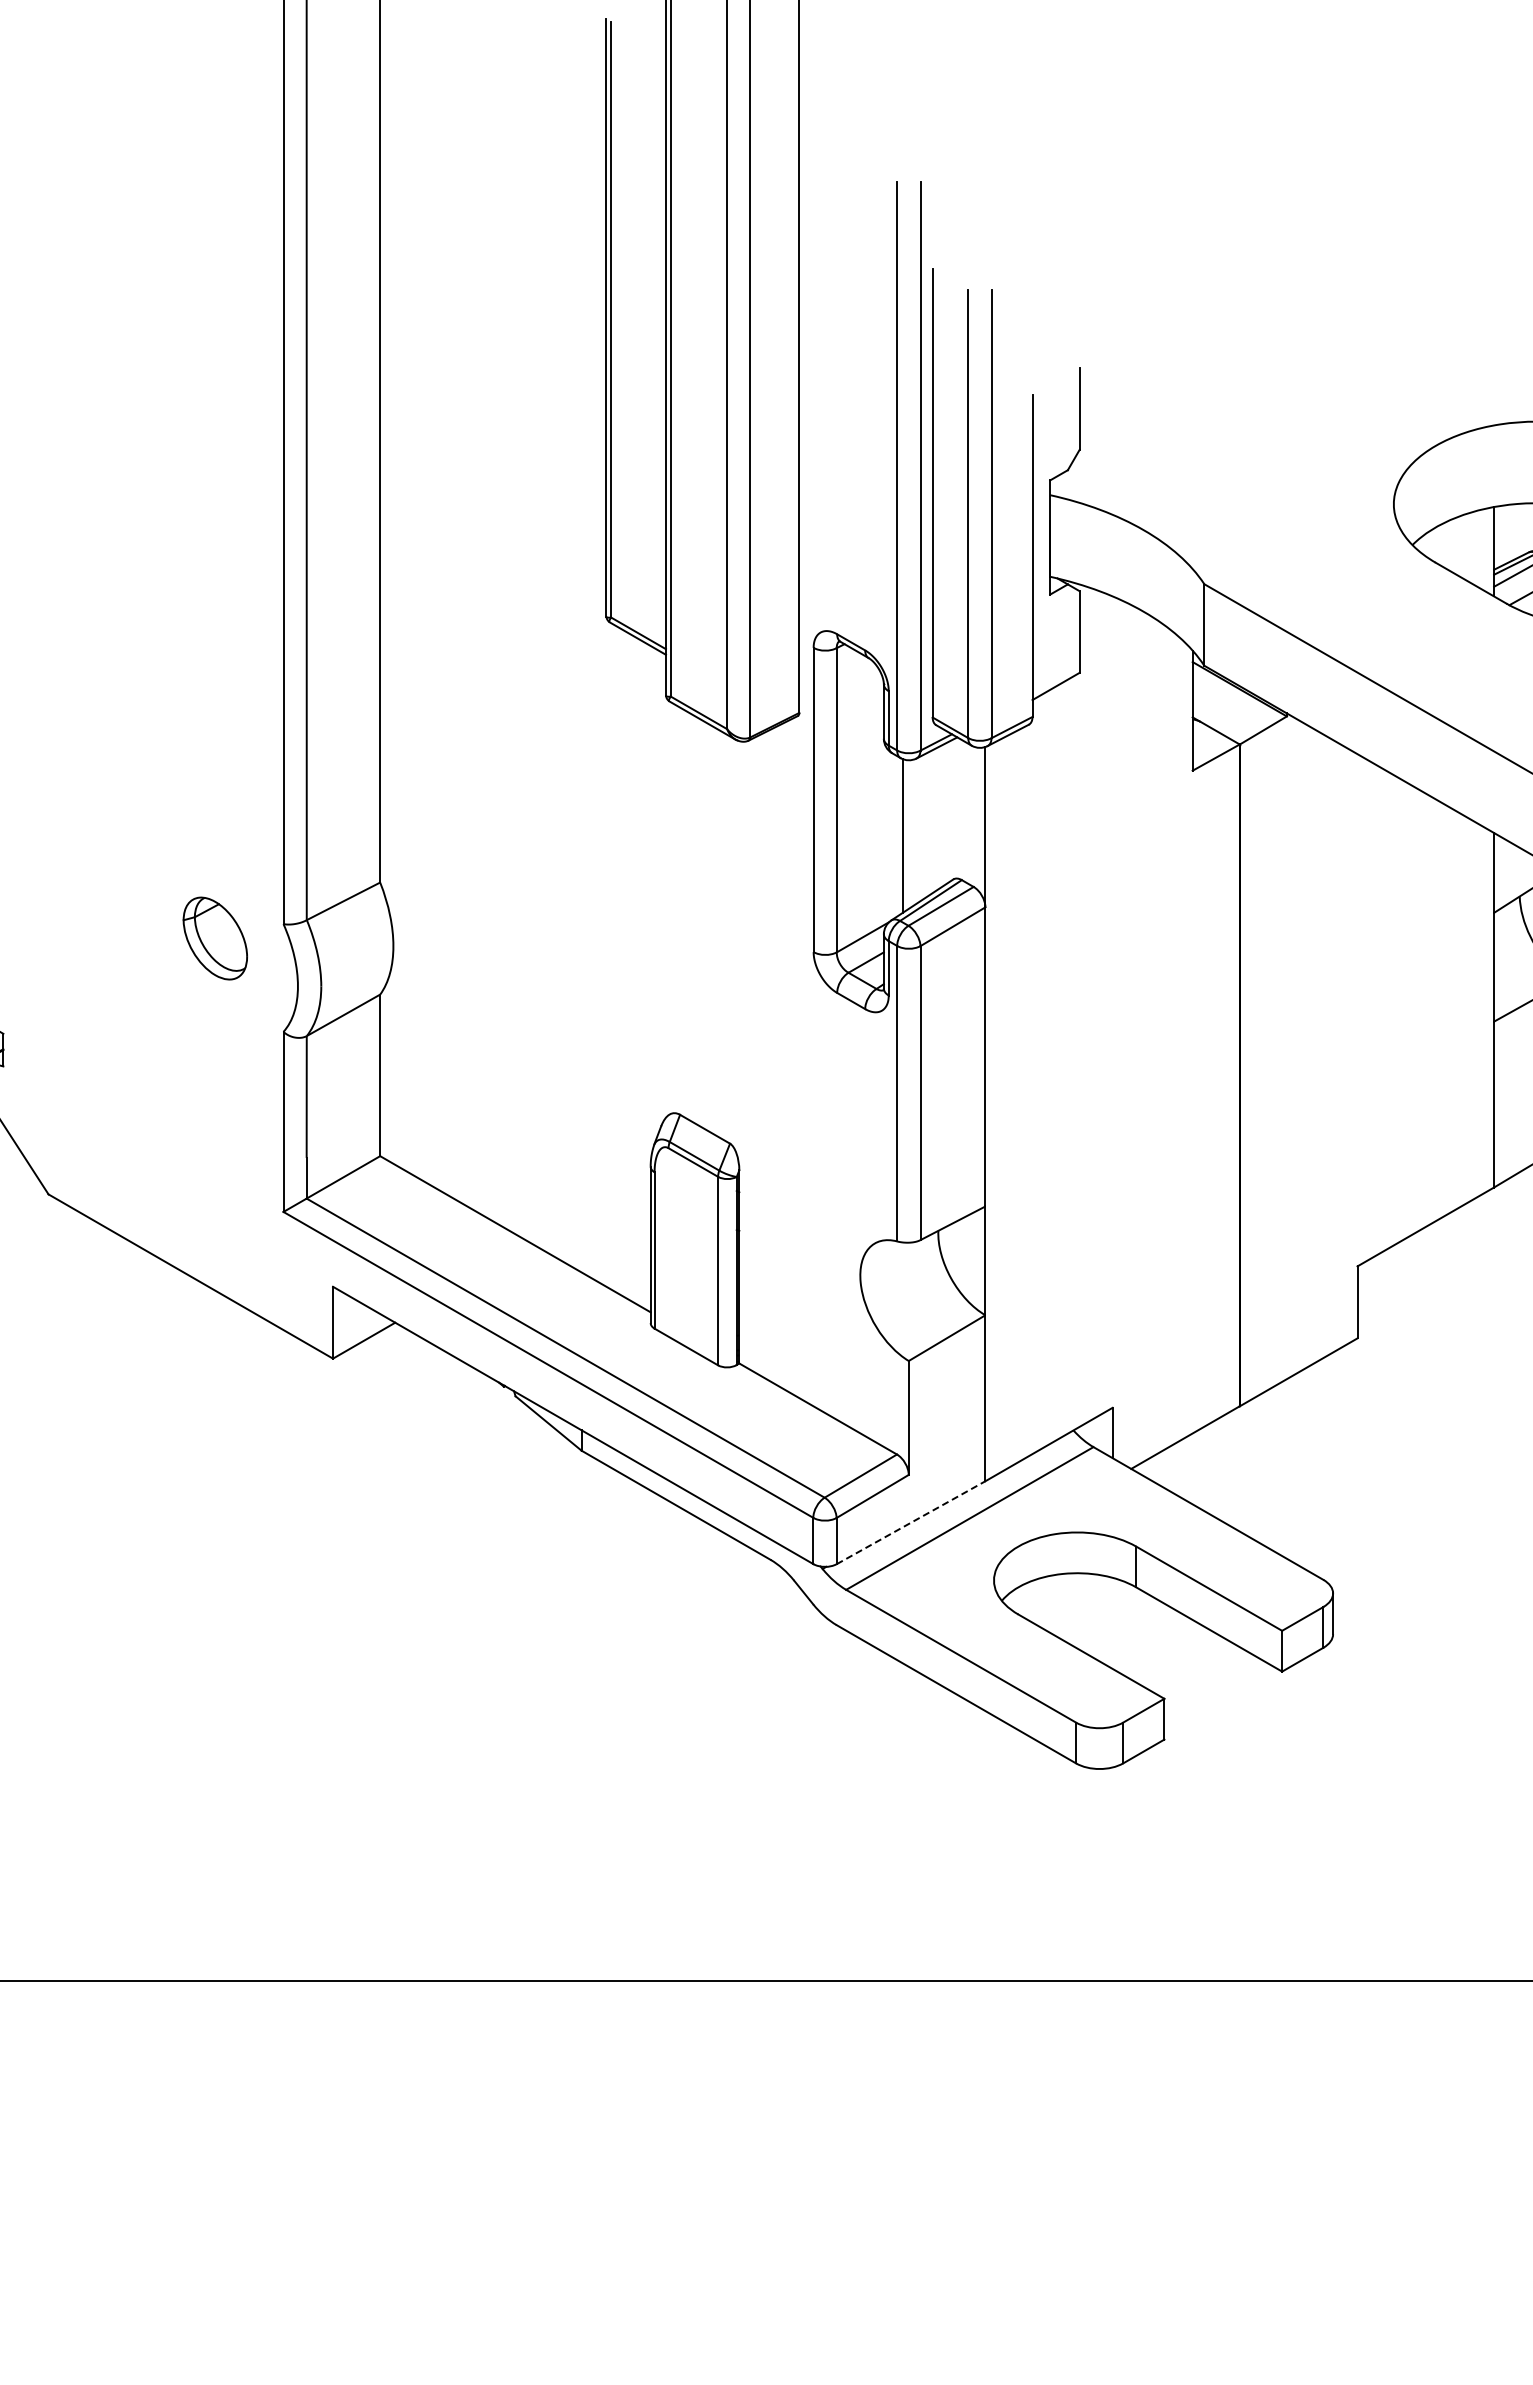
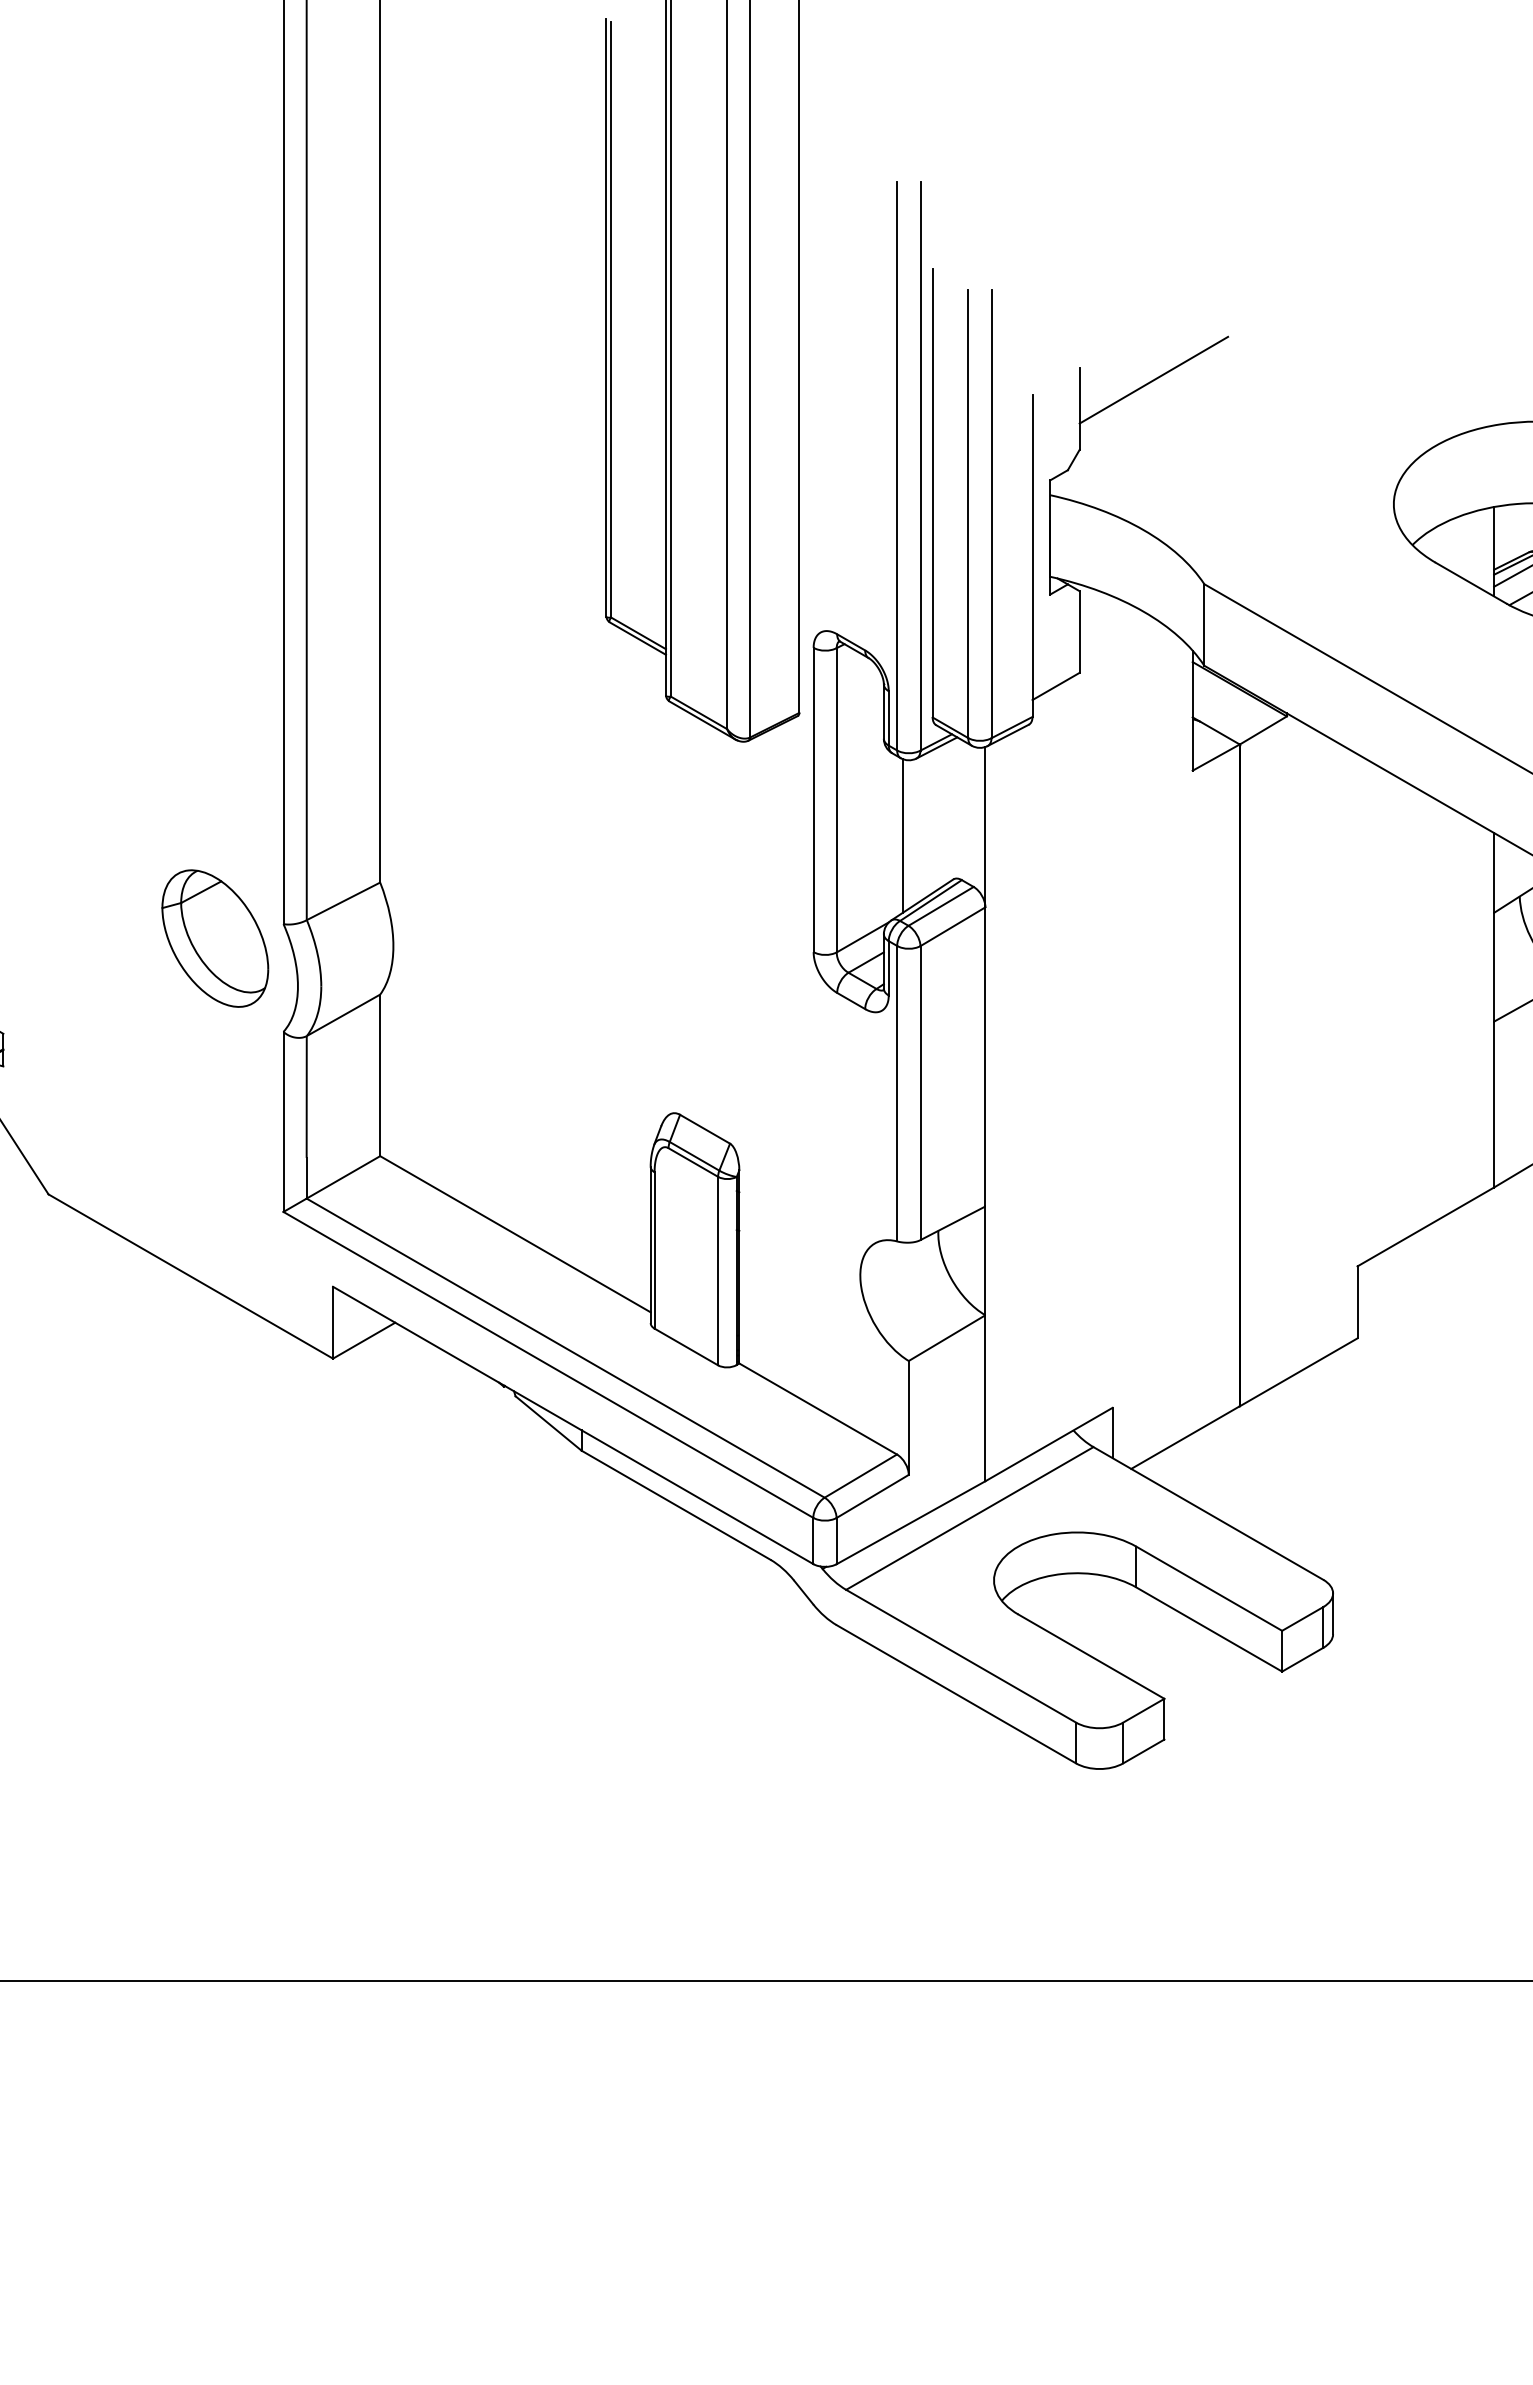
line at (1153, 379): none -> present
part at (214, 938) size: 66x85 px -> 109x139 px
line at (911, 1522): dashed -> solid
